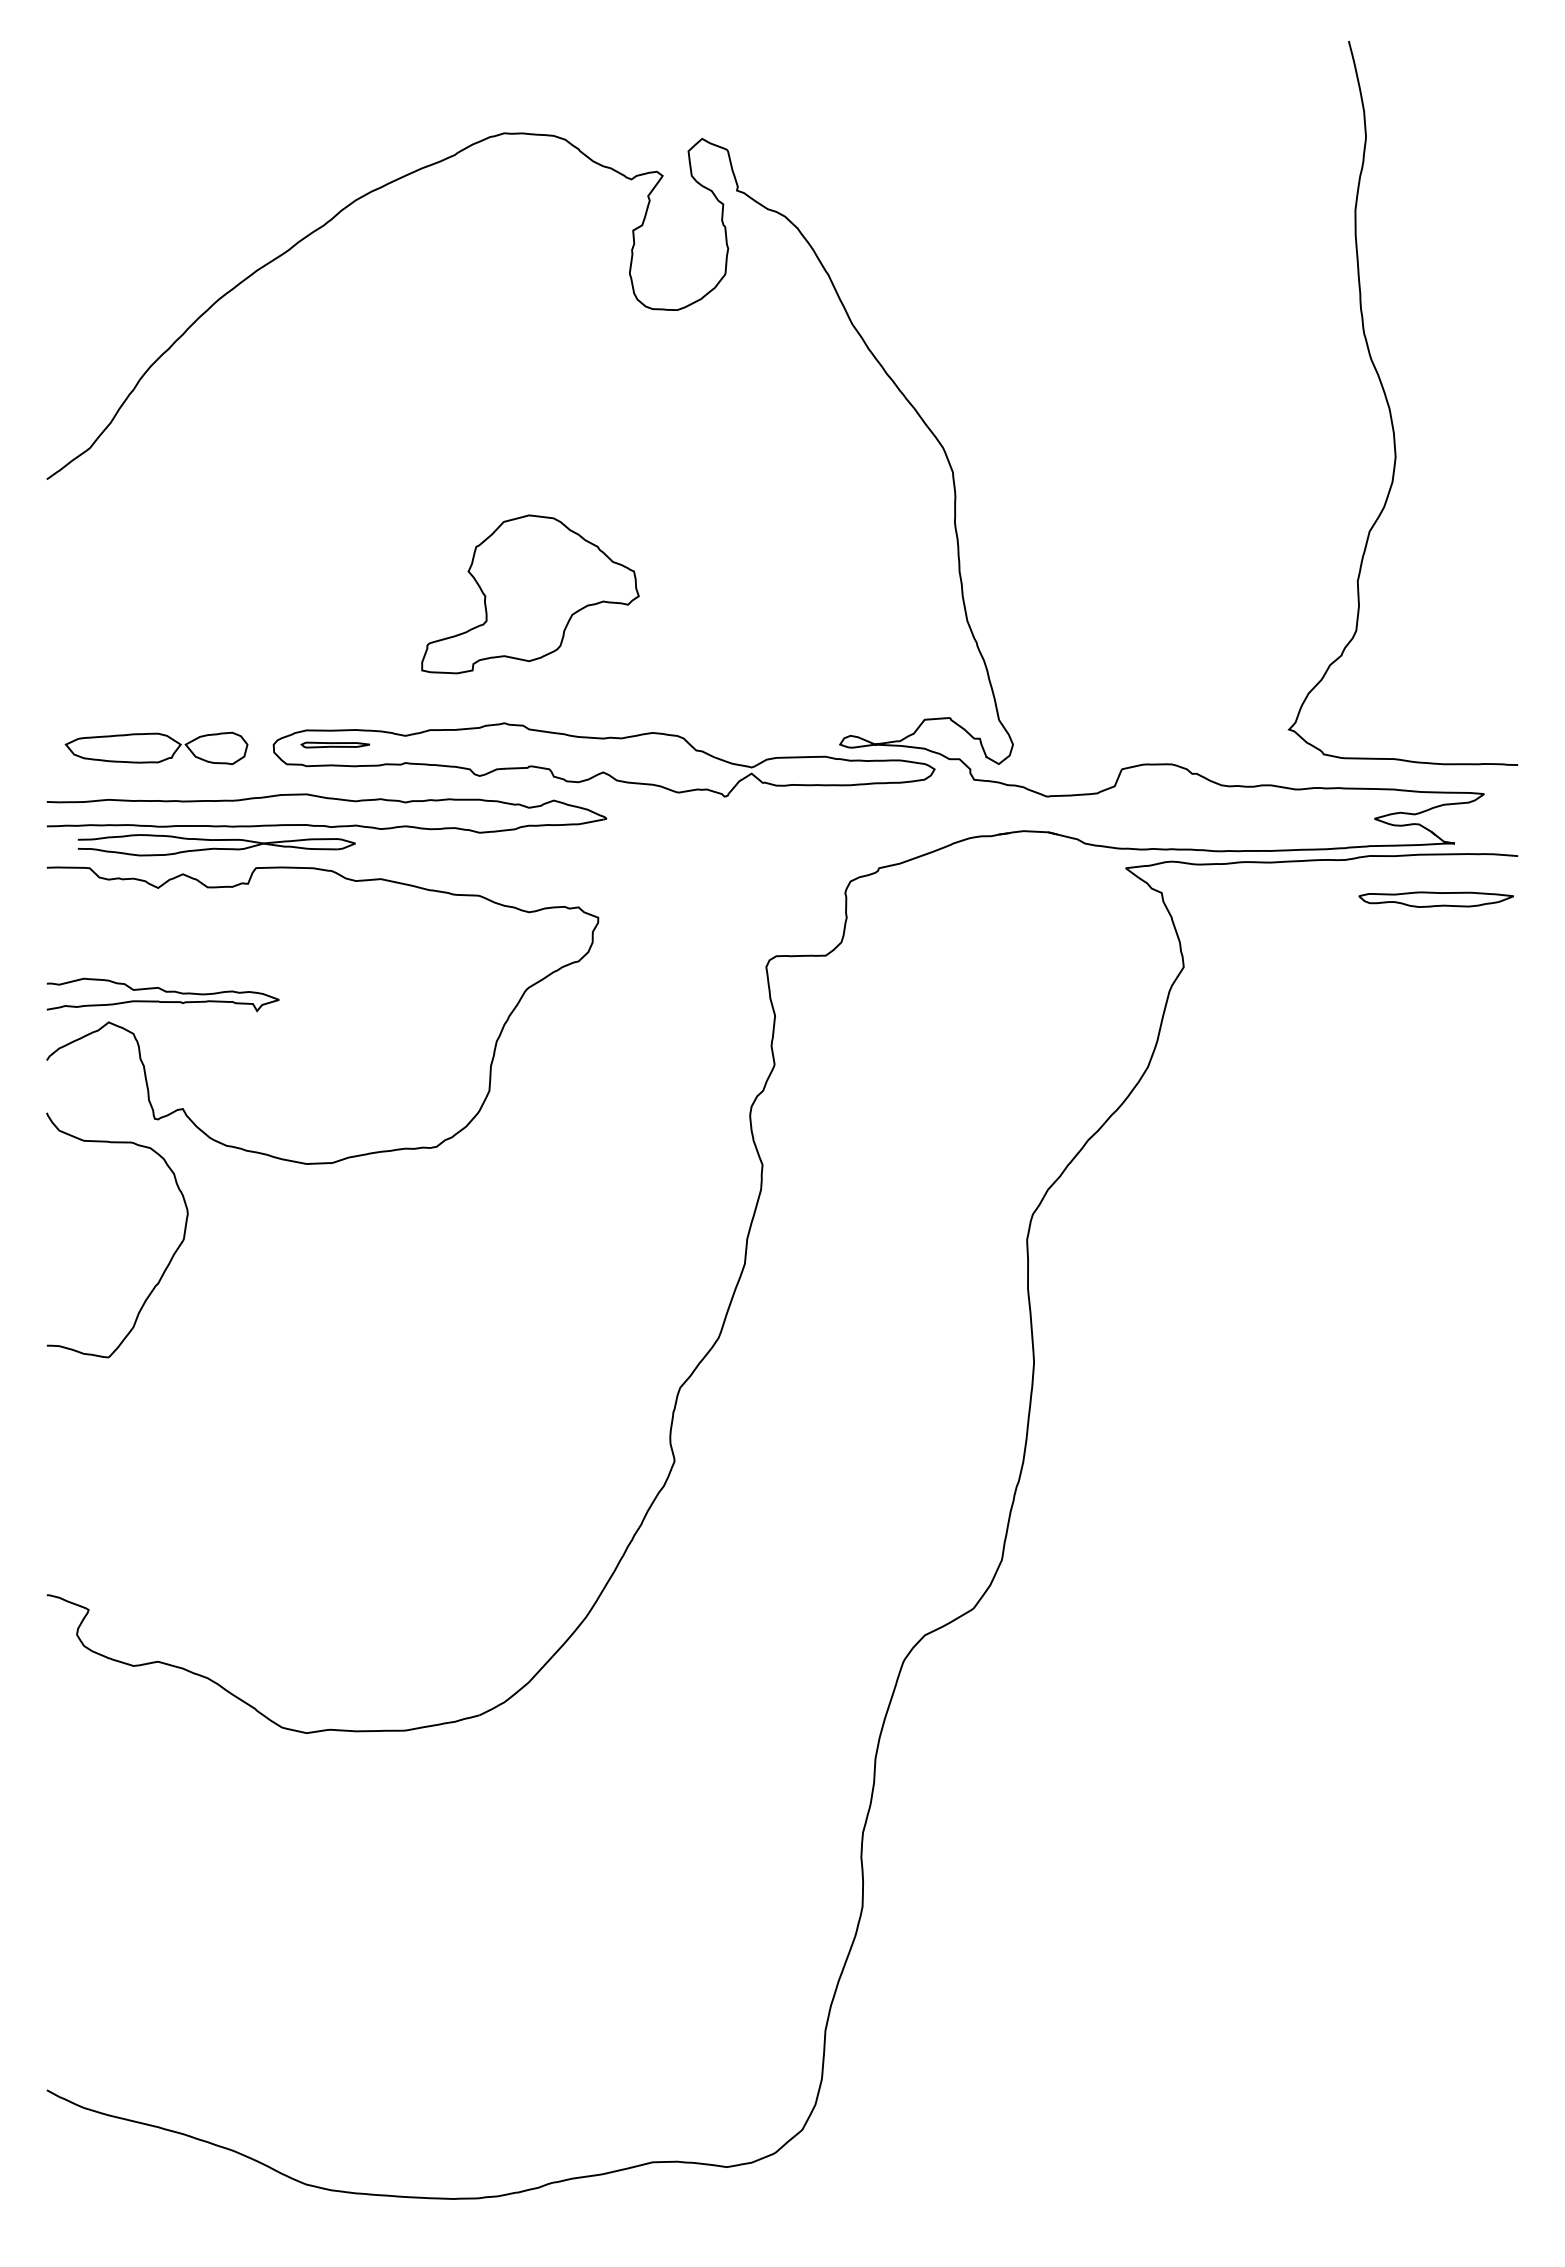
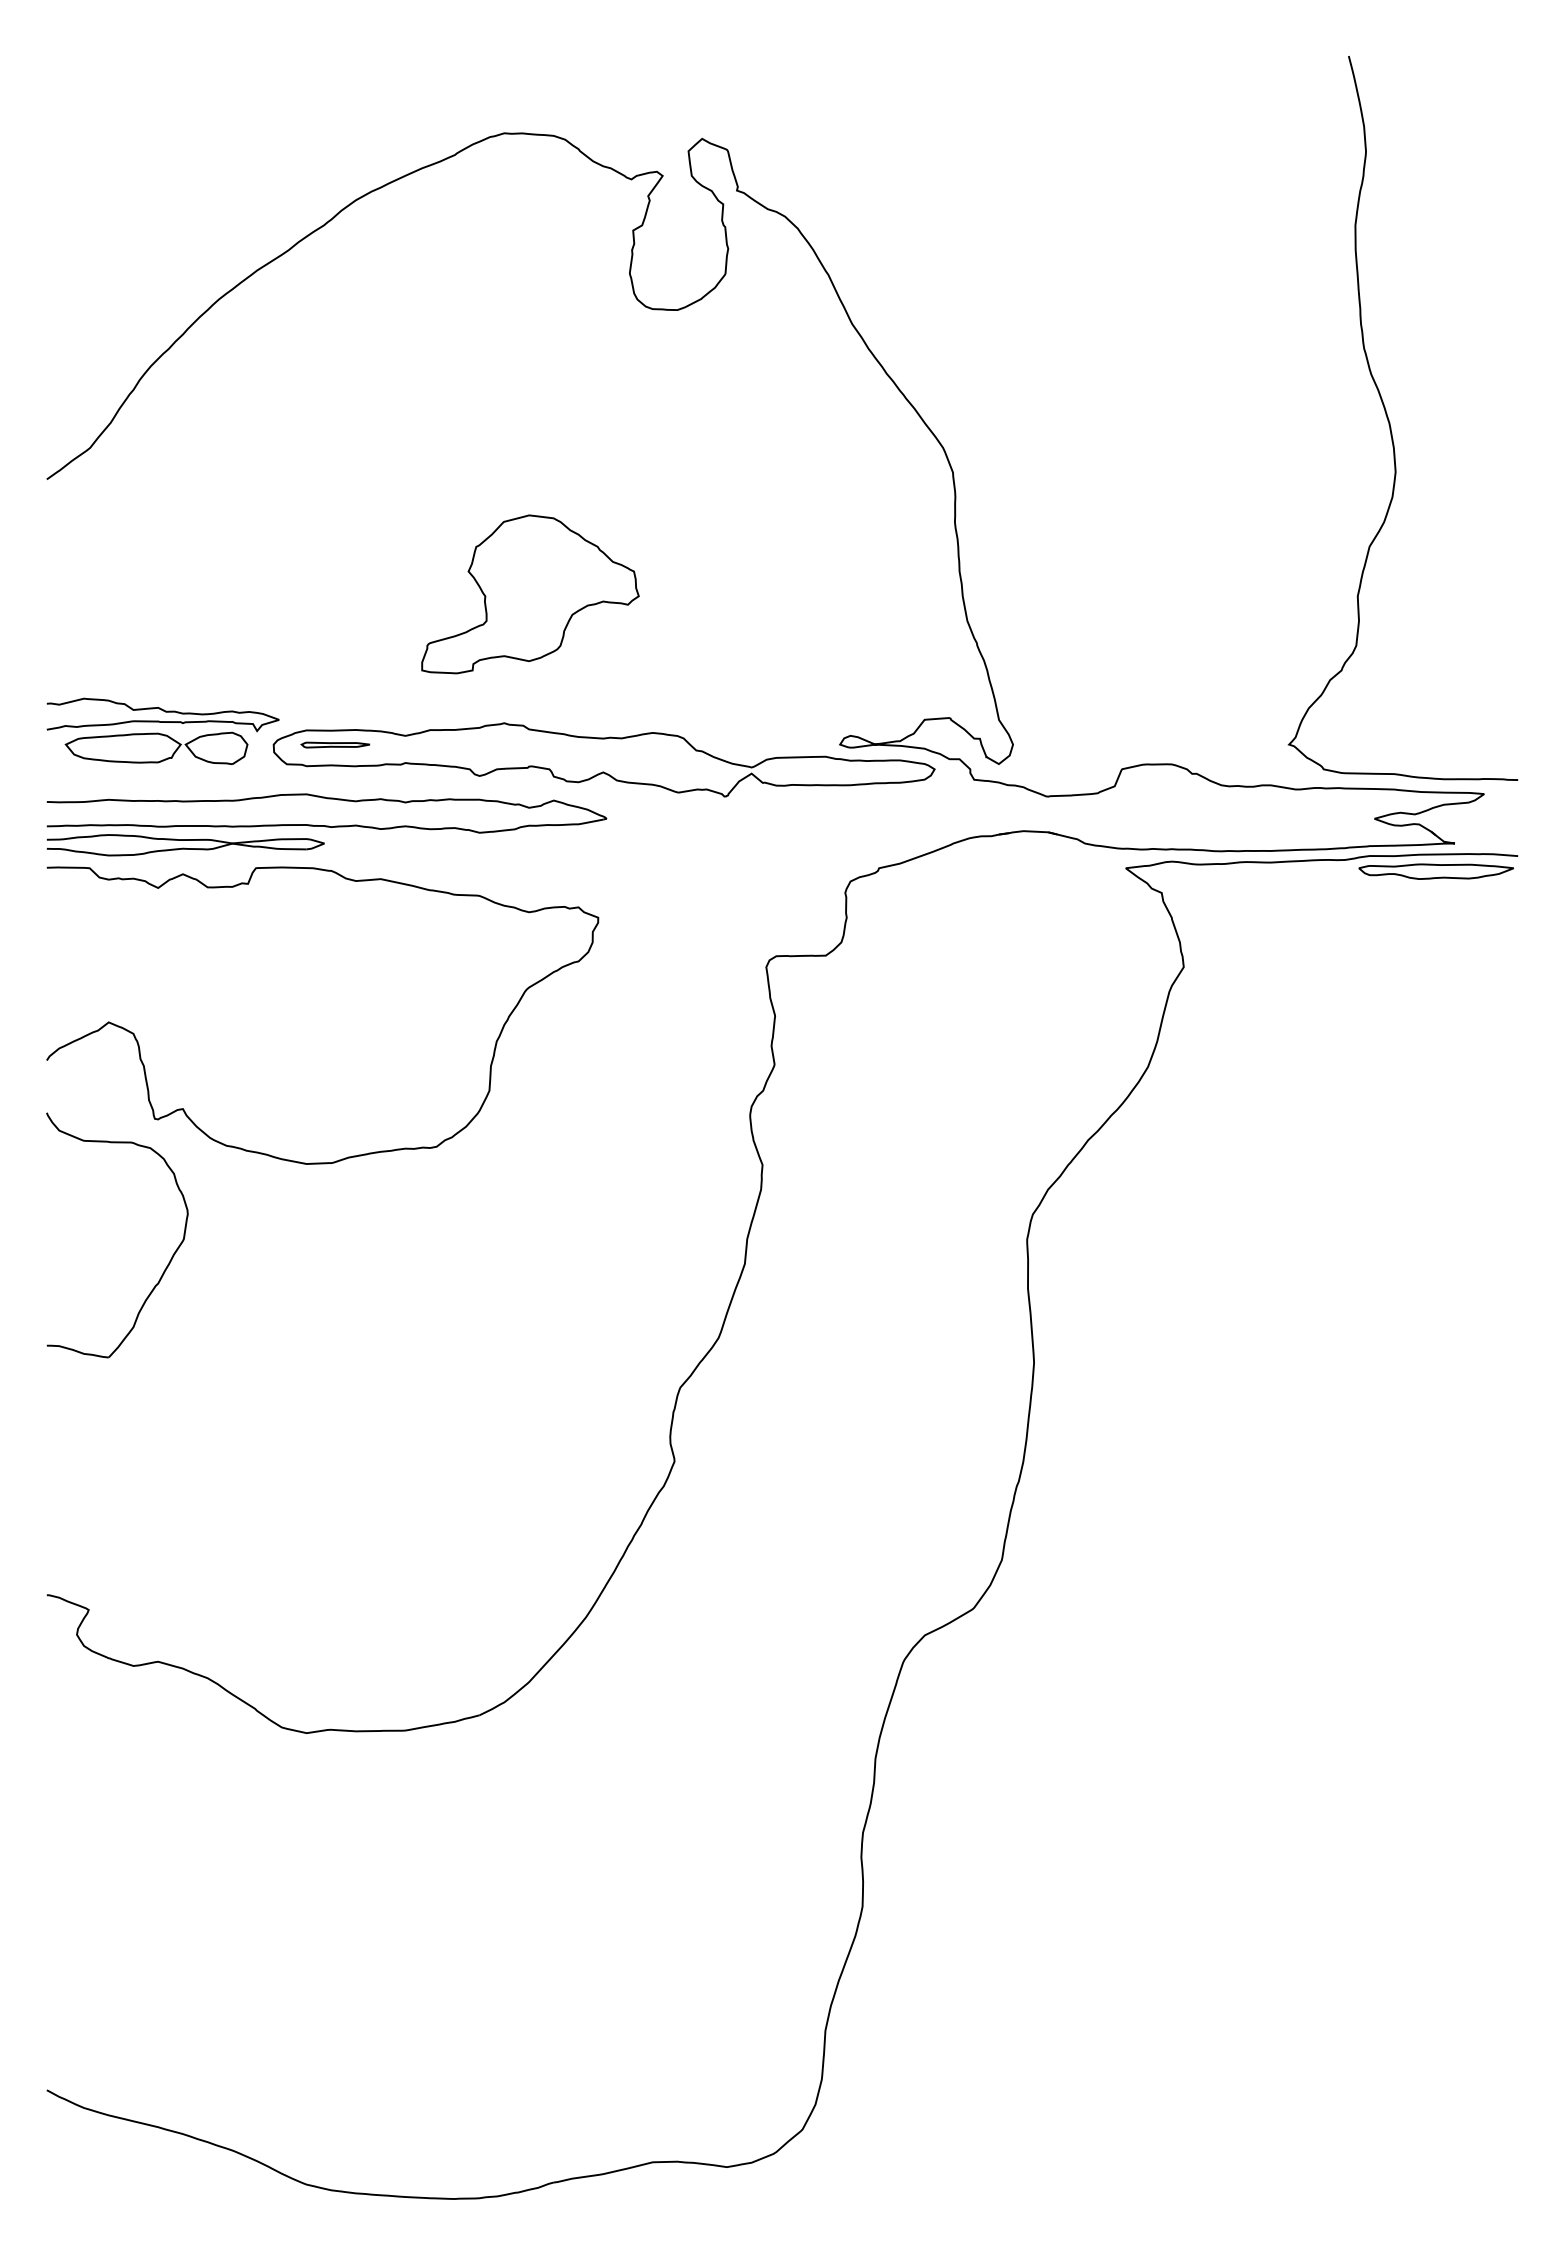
curve at (1390, 407) position: (1390, 407) -> (1390, 422)
part at (216, 845) position: (216, 845) -> (185, 845)
part at (1435, 899) position: (1435, 899) -> (1435, 871)
curve at (163, 991) position: (163, 991) -> (163, 711)
